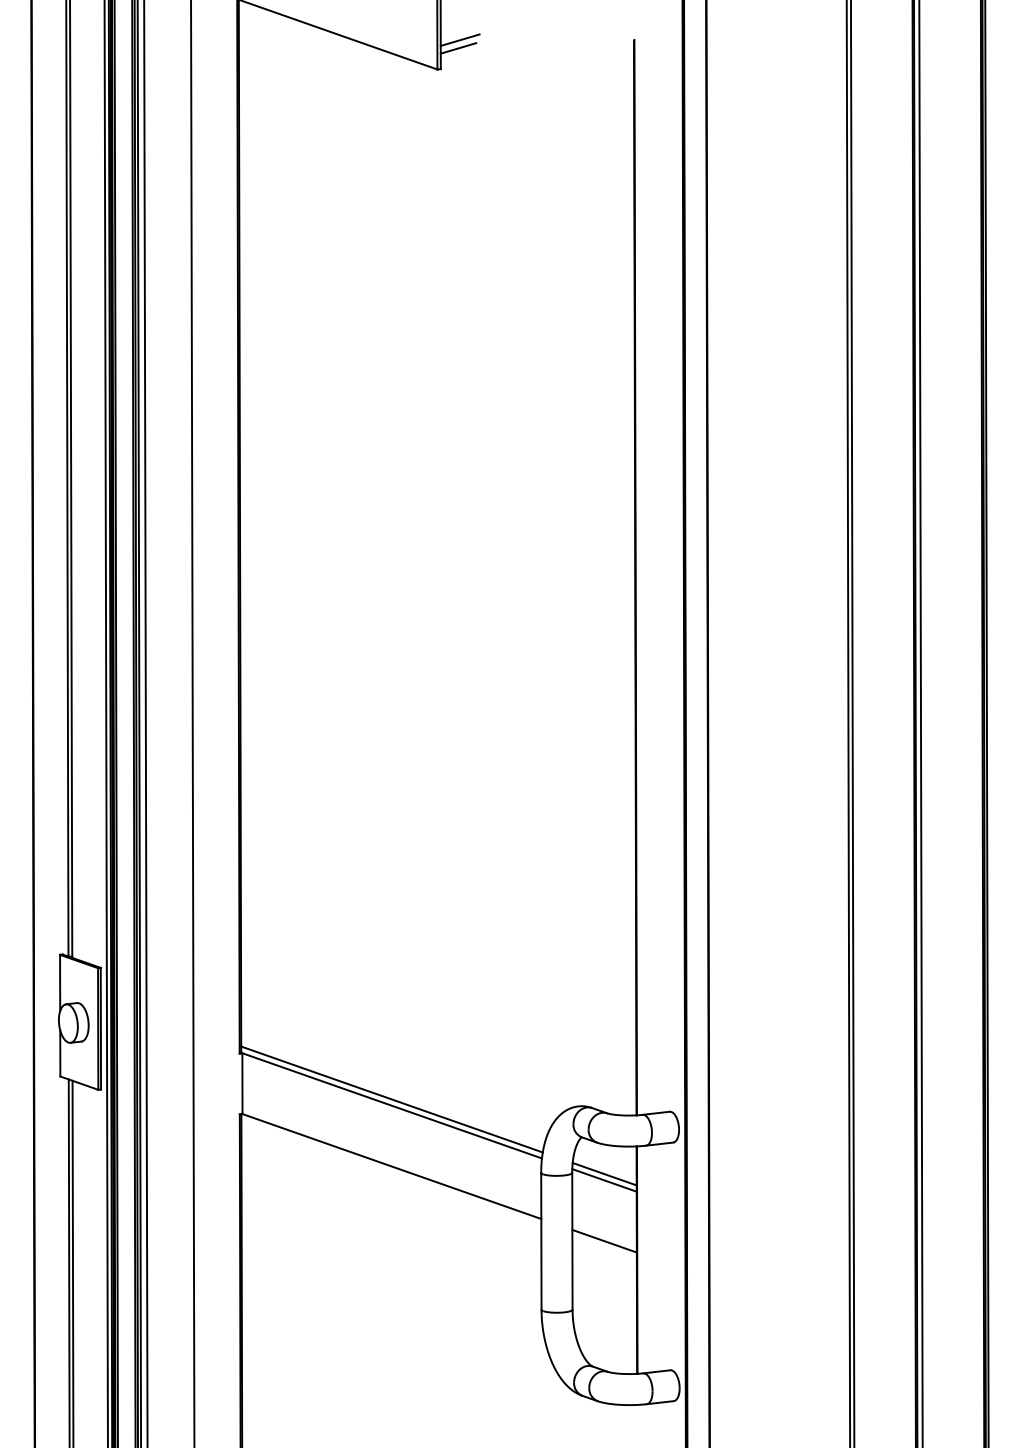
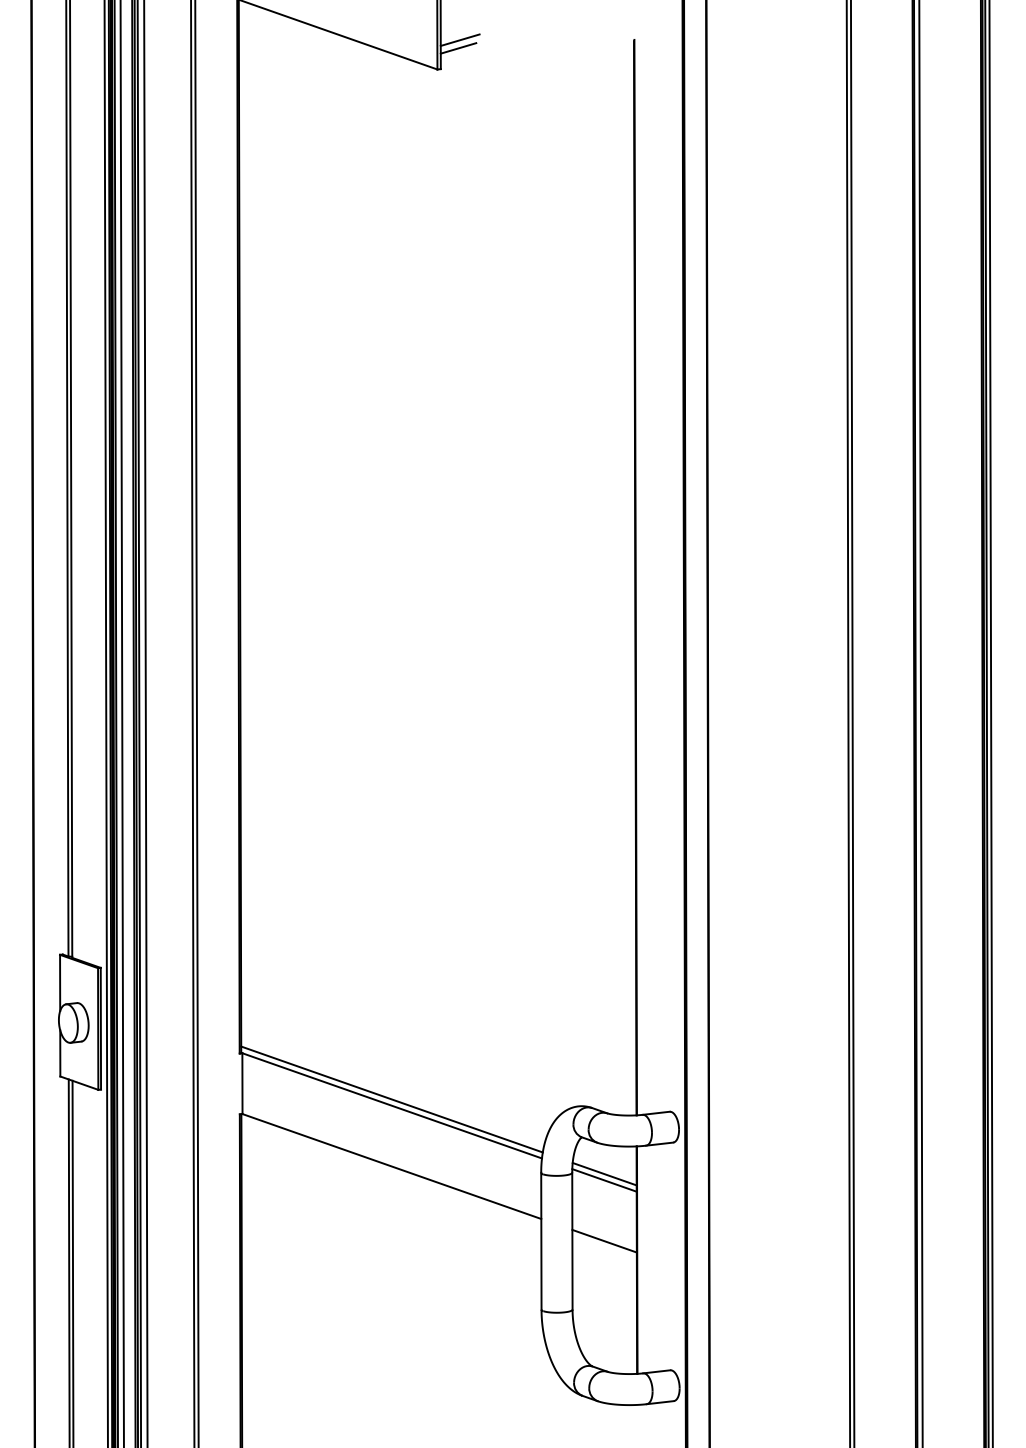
line at (121, 723): none -> present
line at (196, 723): none -> present
line at (990, 723): none -> present
